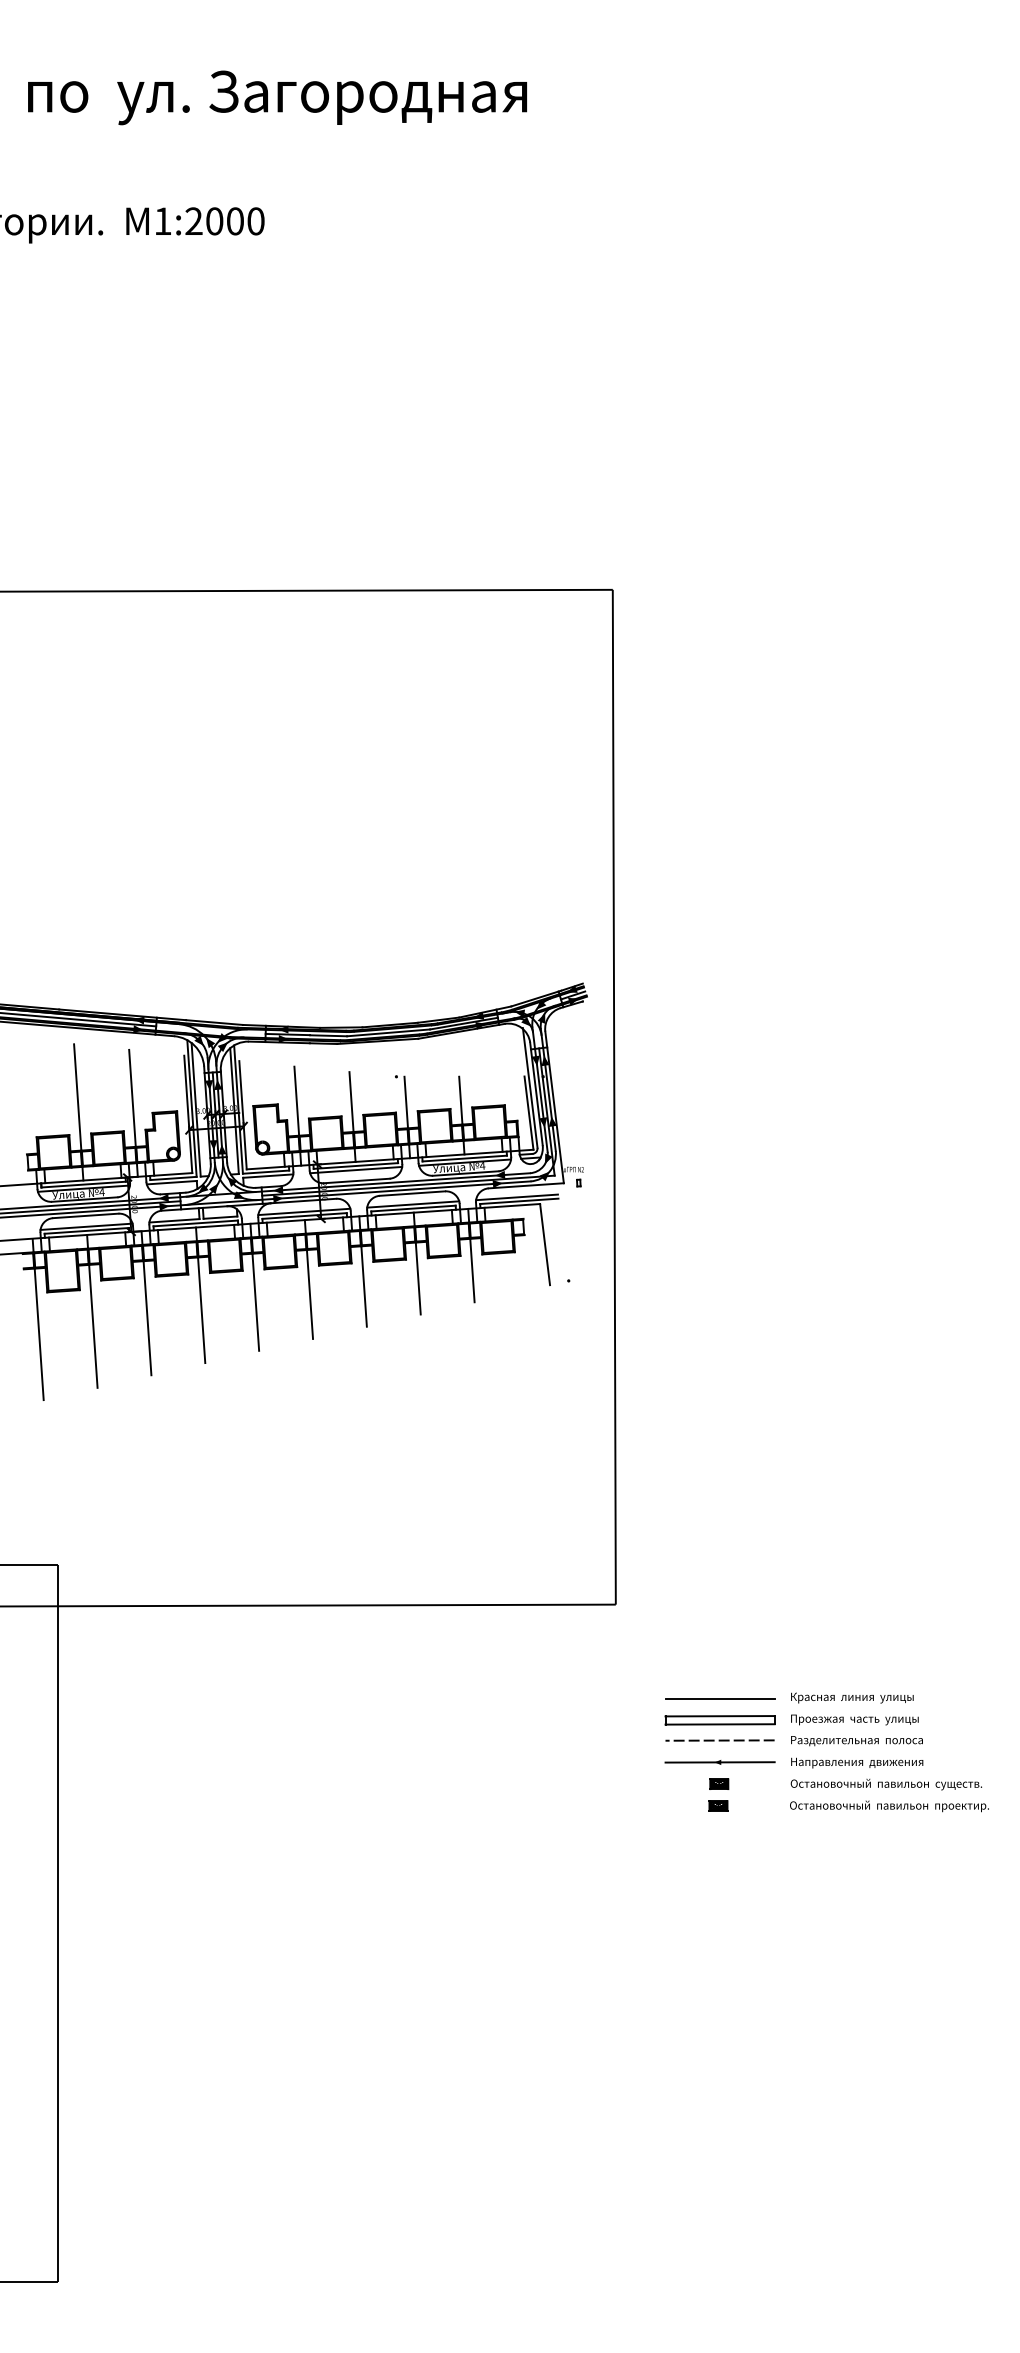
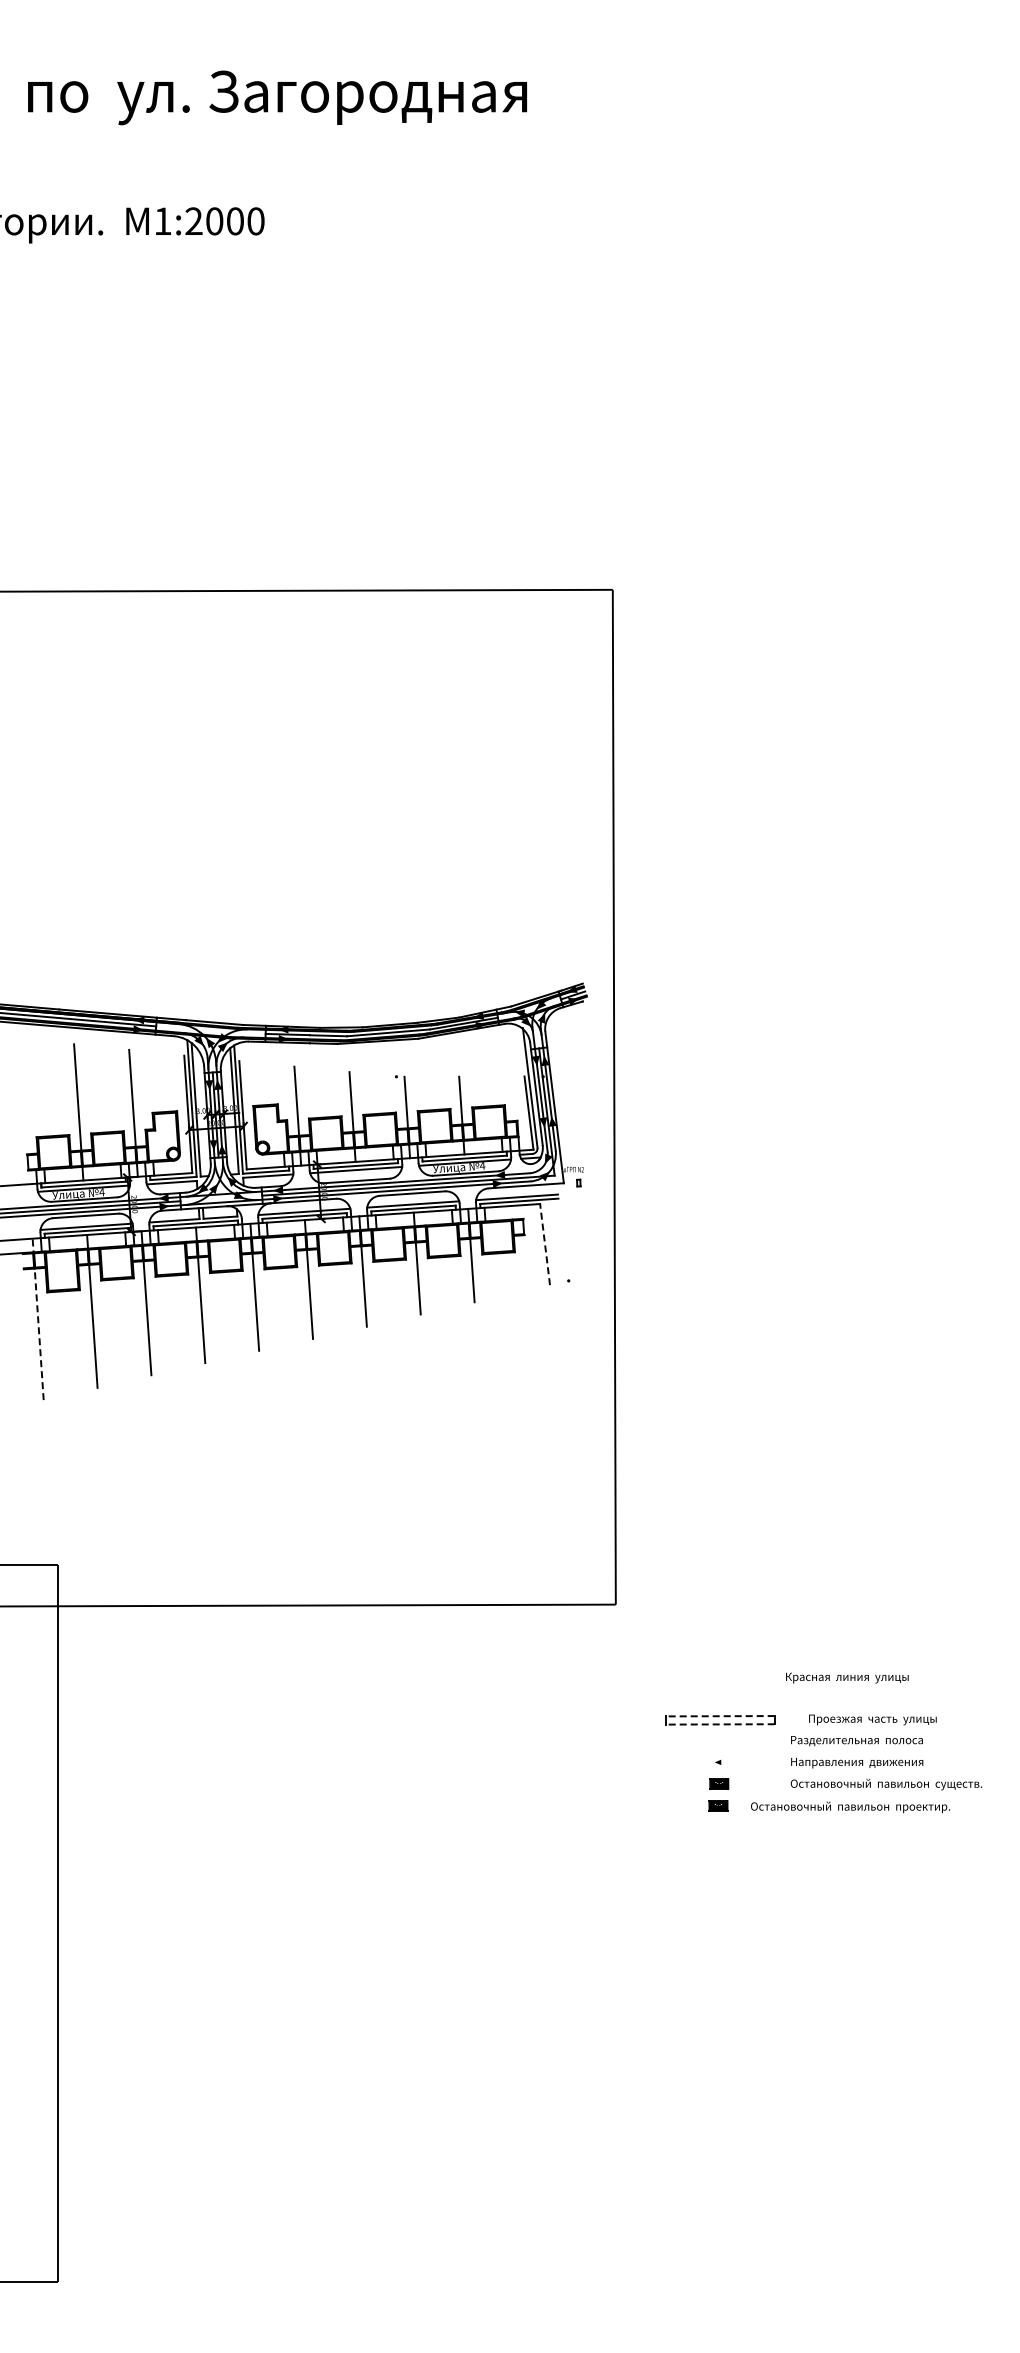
line at (545, 1244): solid -> dashed
line at (38, 1319): solid -> dashed
text at (852, 1697) position: (852, 1697) -> (847, 1677)
line at (719, 1698): present -> none
line at (720, 1716): solid -> dashed
text at (854, 1719) position: (854, 1719) -> (872, 1719)
line at (720, 1724): solid -> dashed
line at (719, 1740): present -> none
line at (719, 1762): present -> none
text at (889, 1806) position: (889, 1806) -> (850, 1807)
